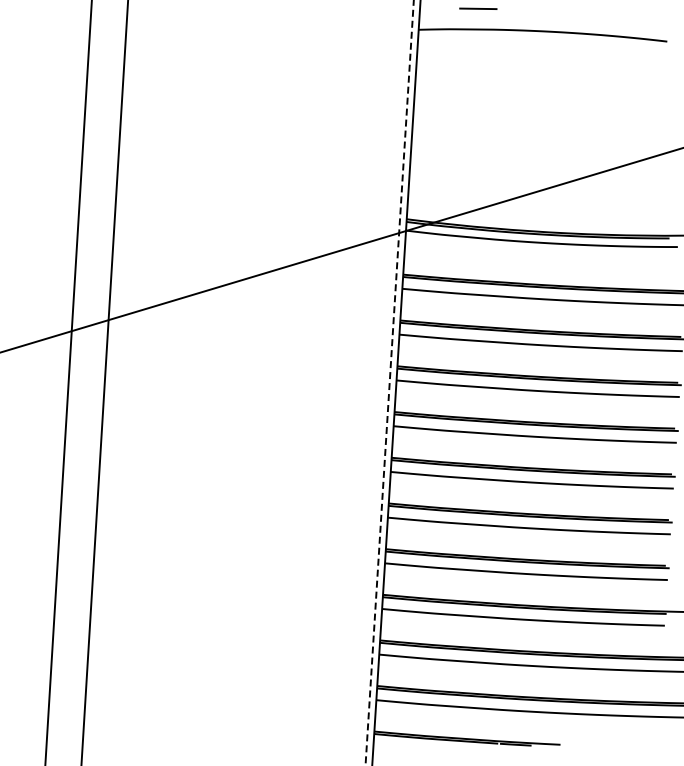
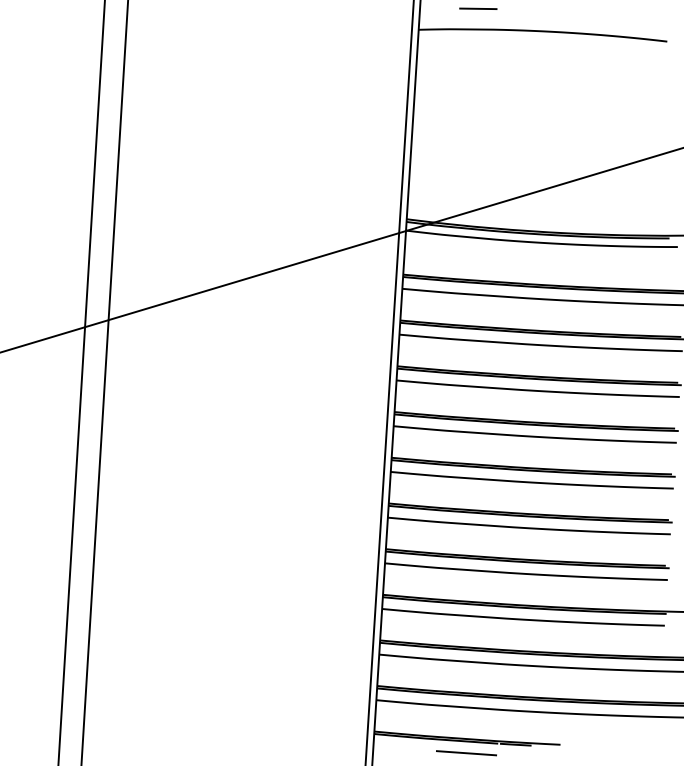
line at (68, 382) position: (68, 382) -> (81, 382)
line at (389, 382): dashed -> solid
line at (466, 753): none -> present
